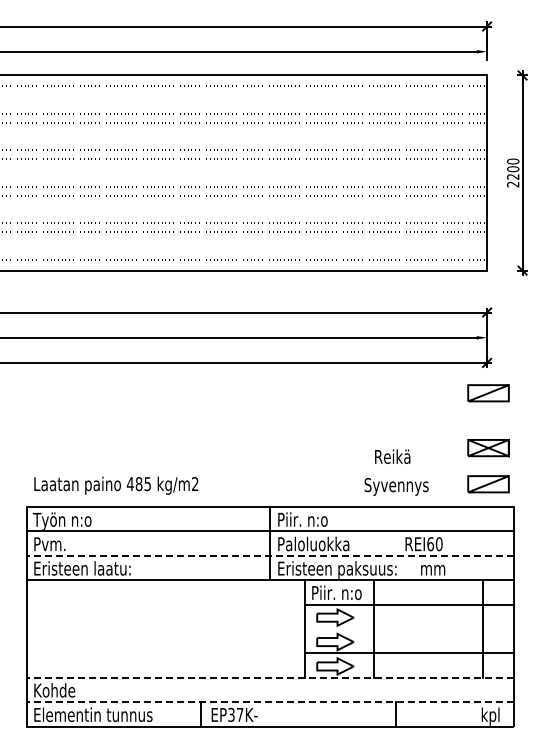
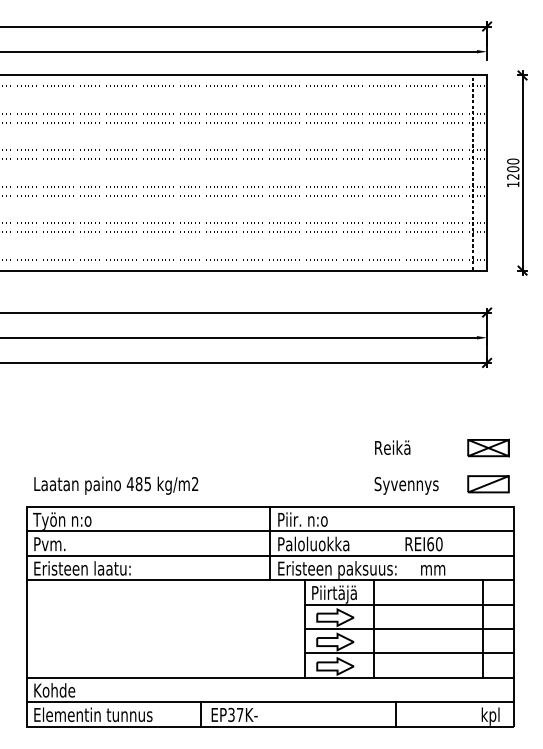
line at (473, 172): none -> present
text at (513, 184): 2200 -> 1200
curve at (488, 393): present -> none
text at (392, 456) position: (392, 456) -> (392, 447)
text at (396, 486) position: (396, 486) -> (406, 485)
line at (270, 555): dashed -> solid
text at (346, 594): Piir. n:o -> Piirtäjä
line at (409, 628): none -> present
line at (270, 677): dashed -> solid
line at (270, 702): dashed -> solid
